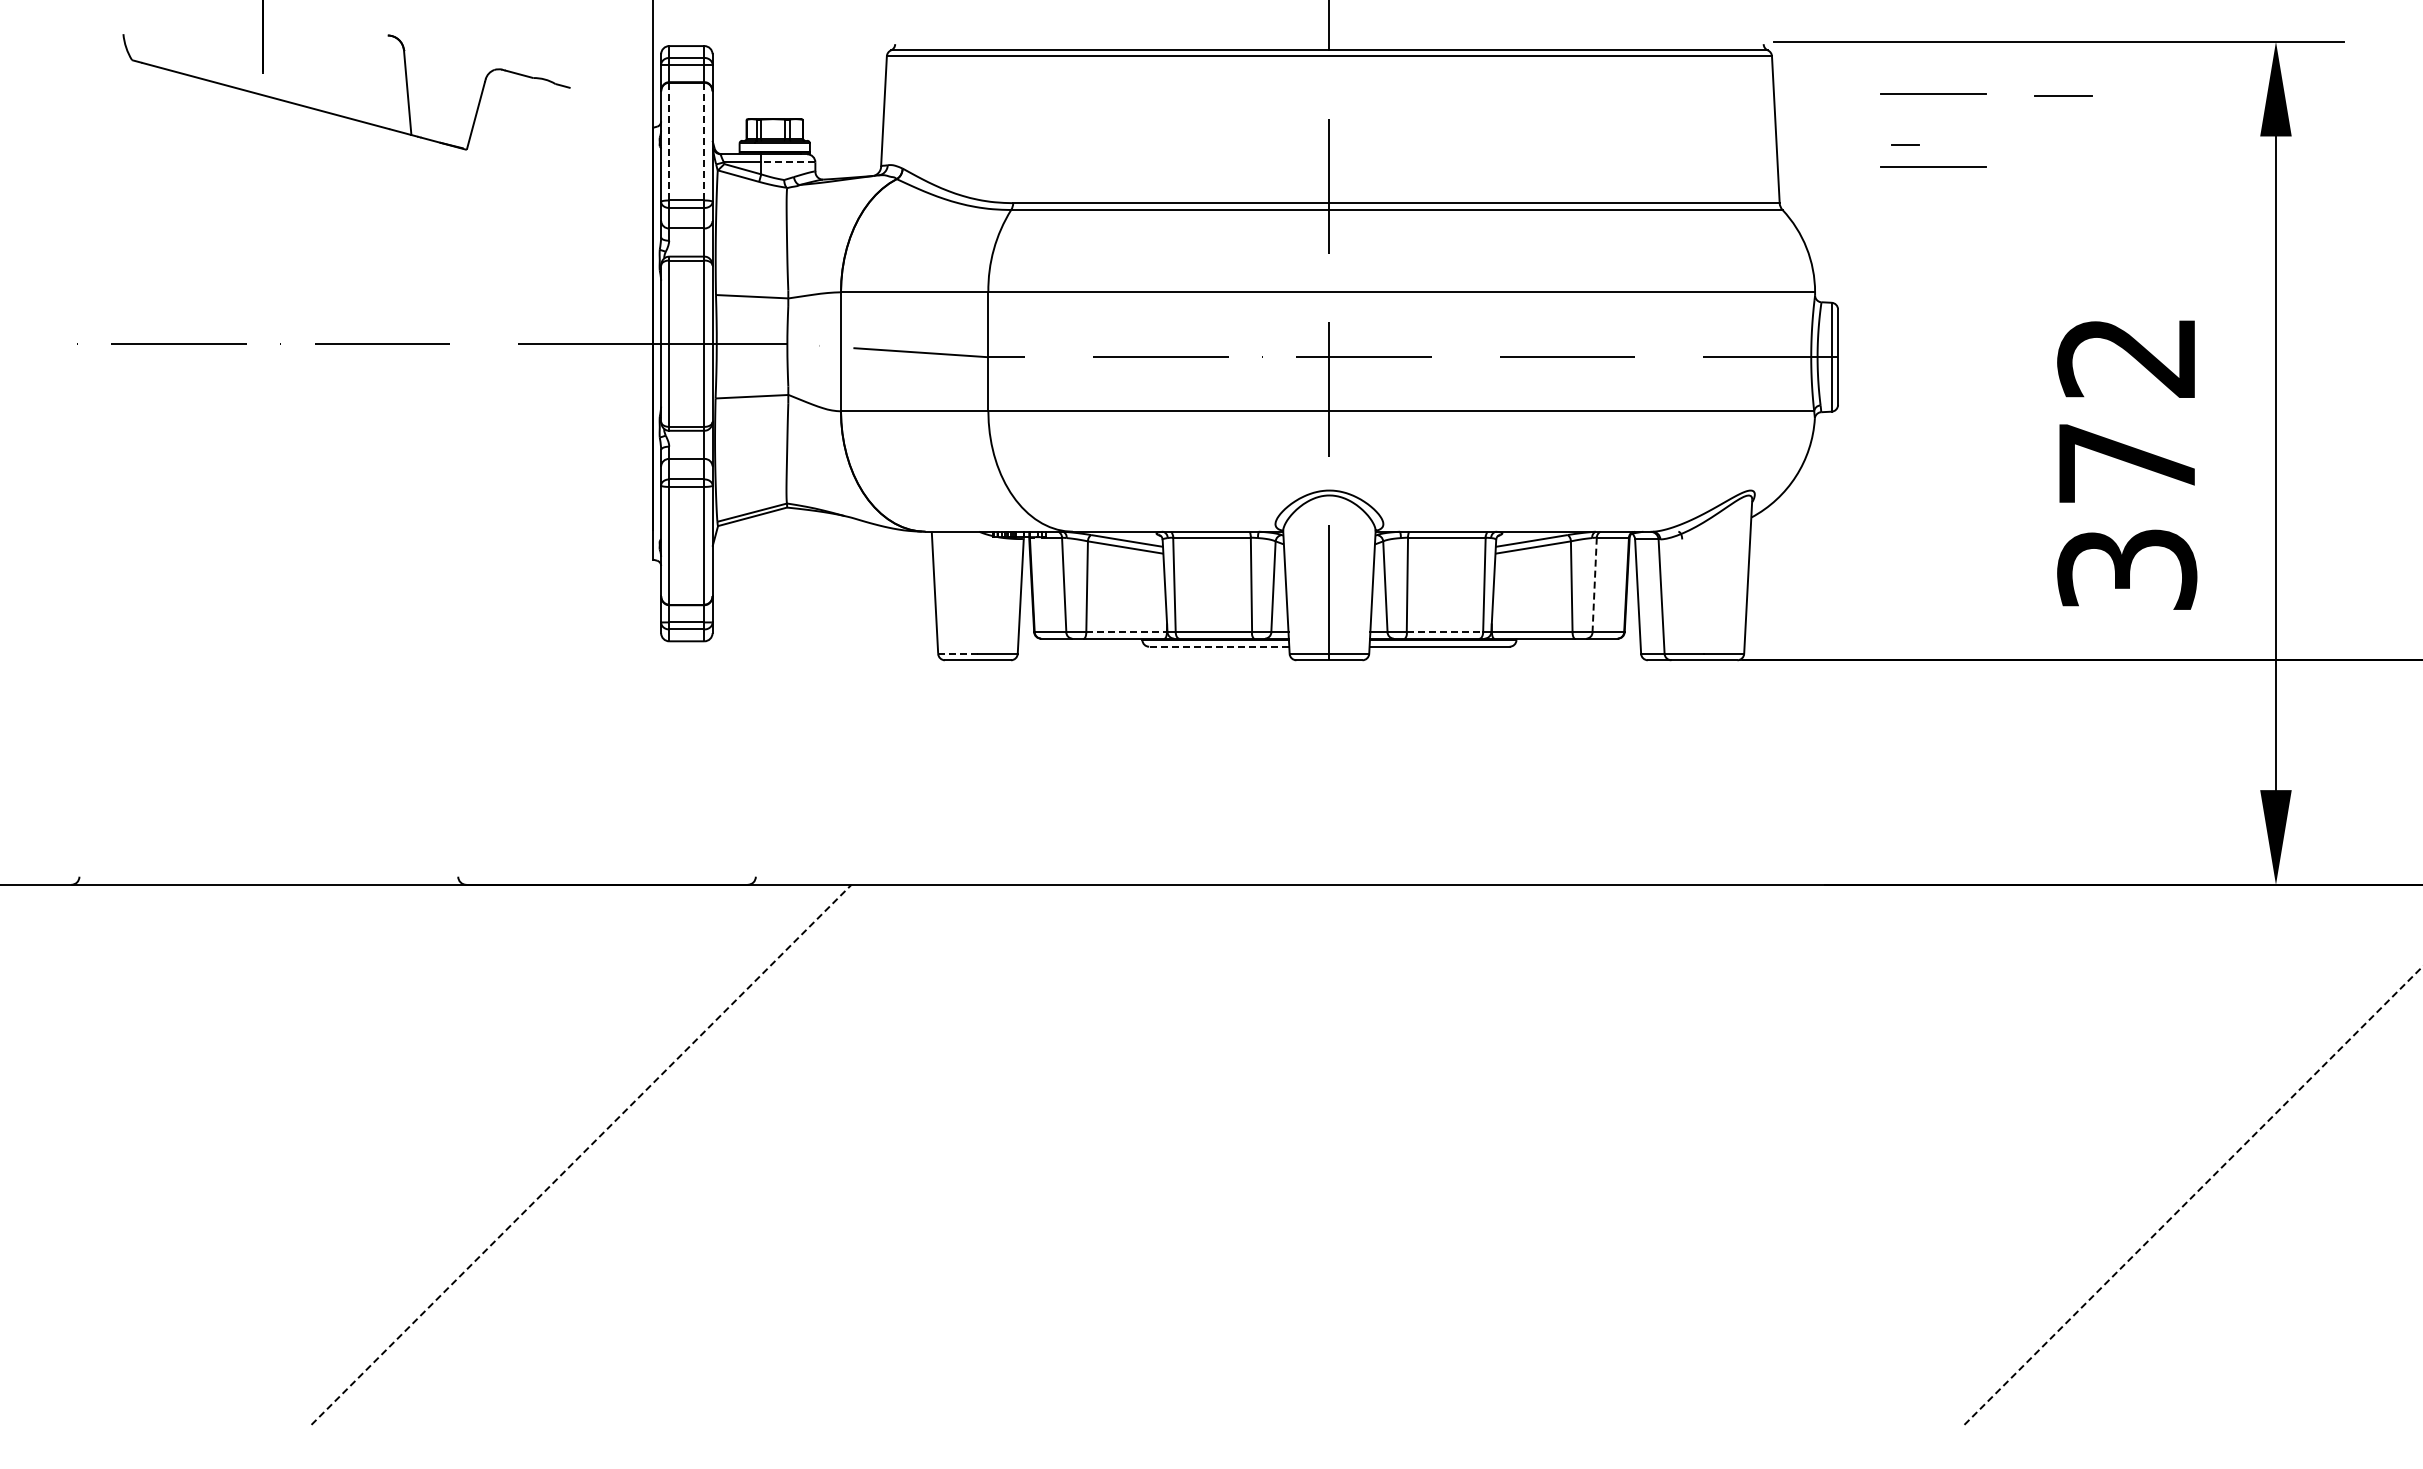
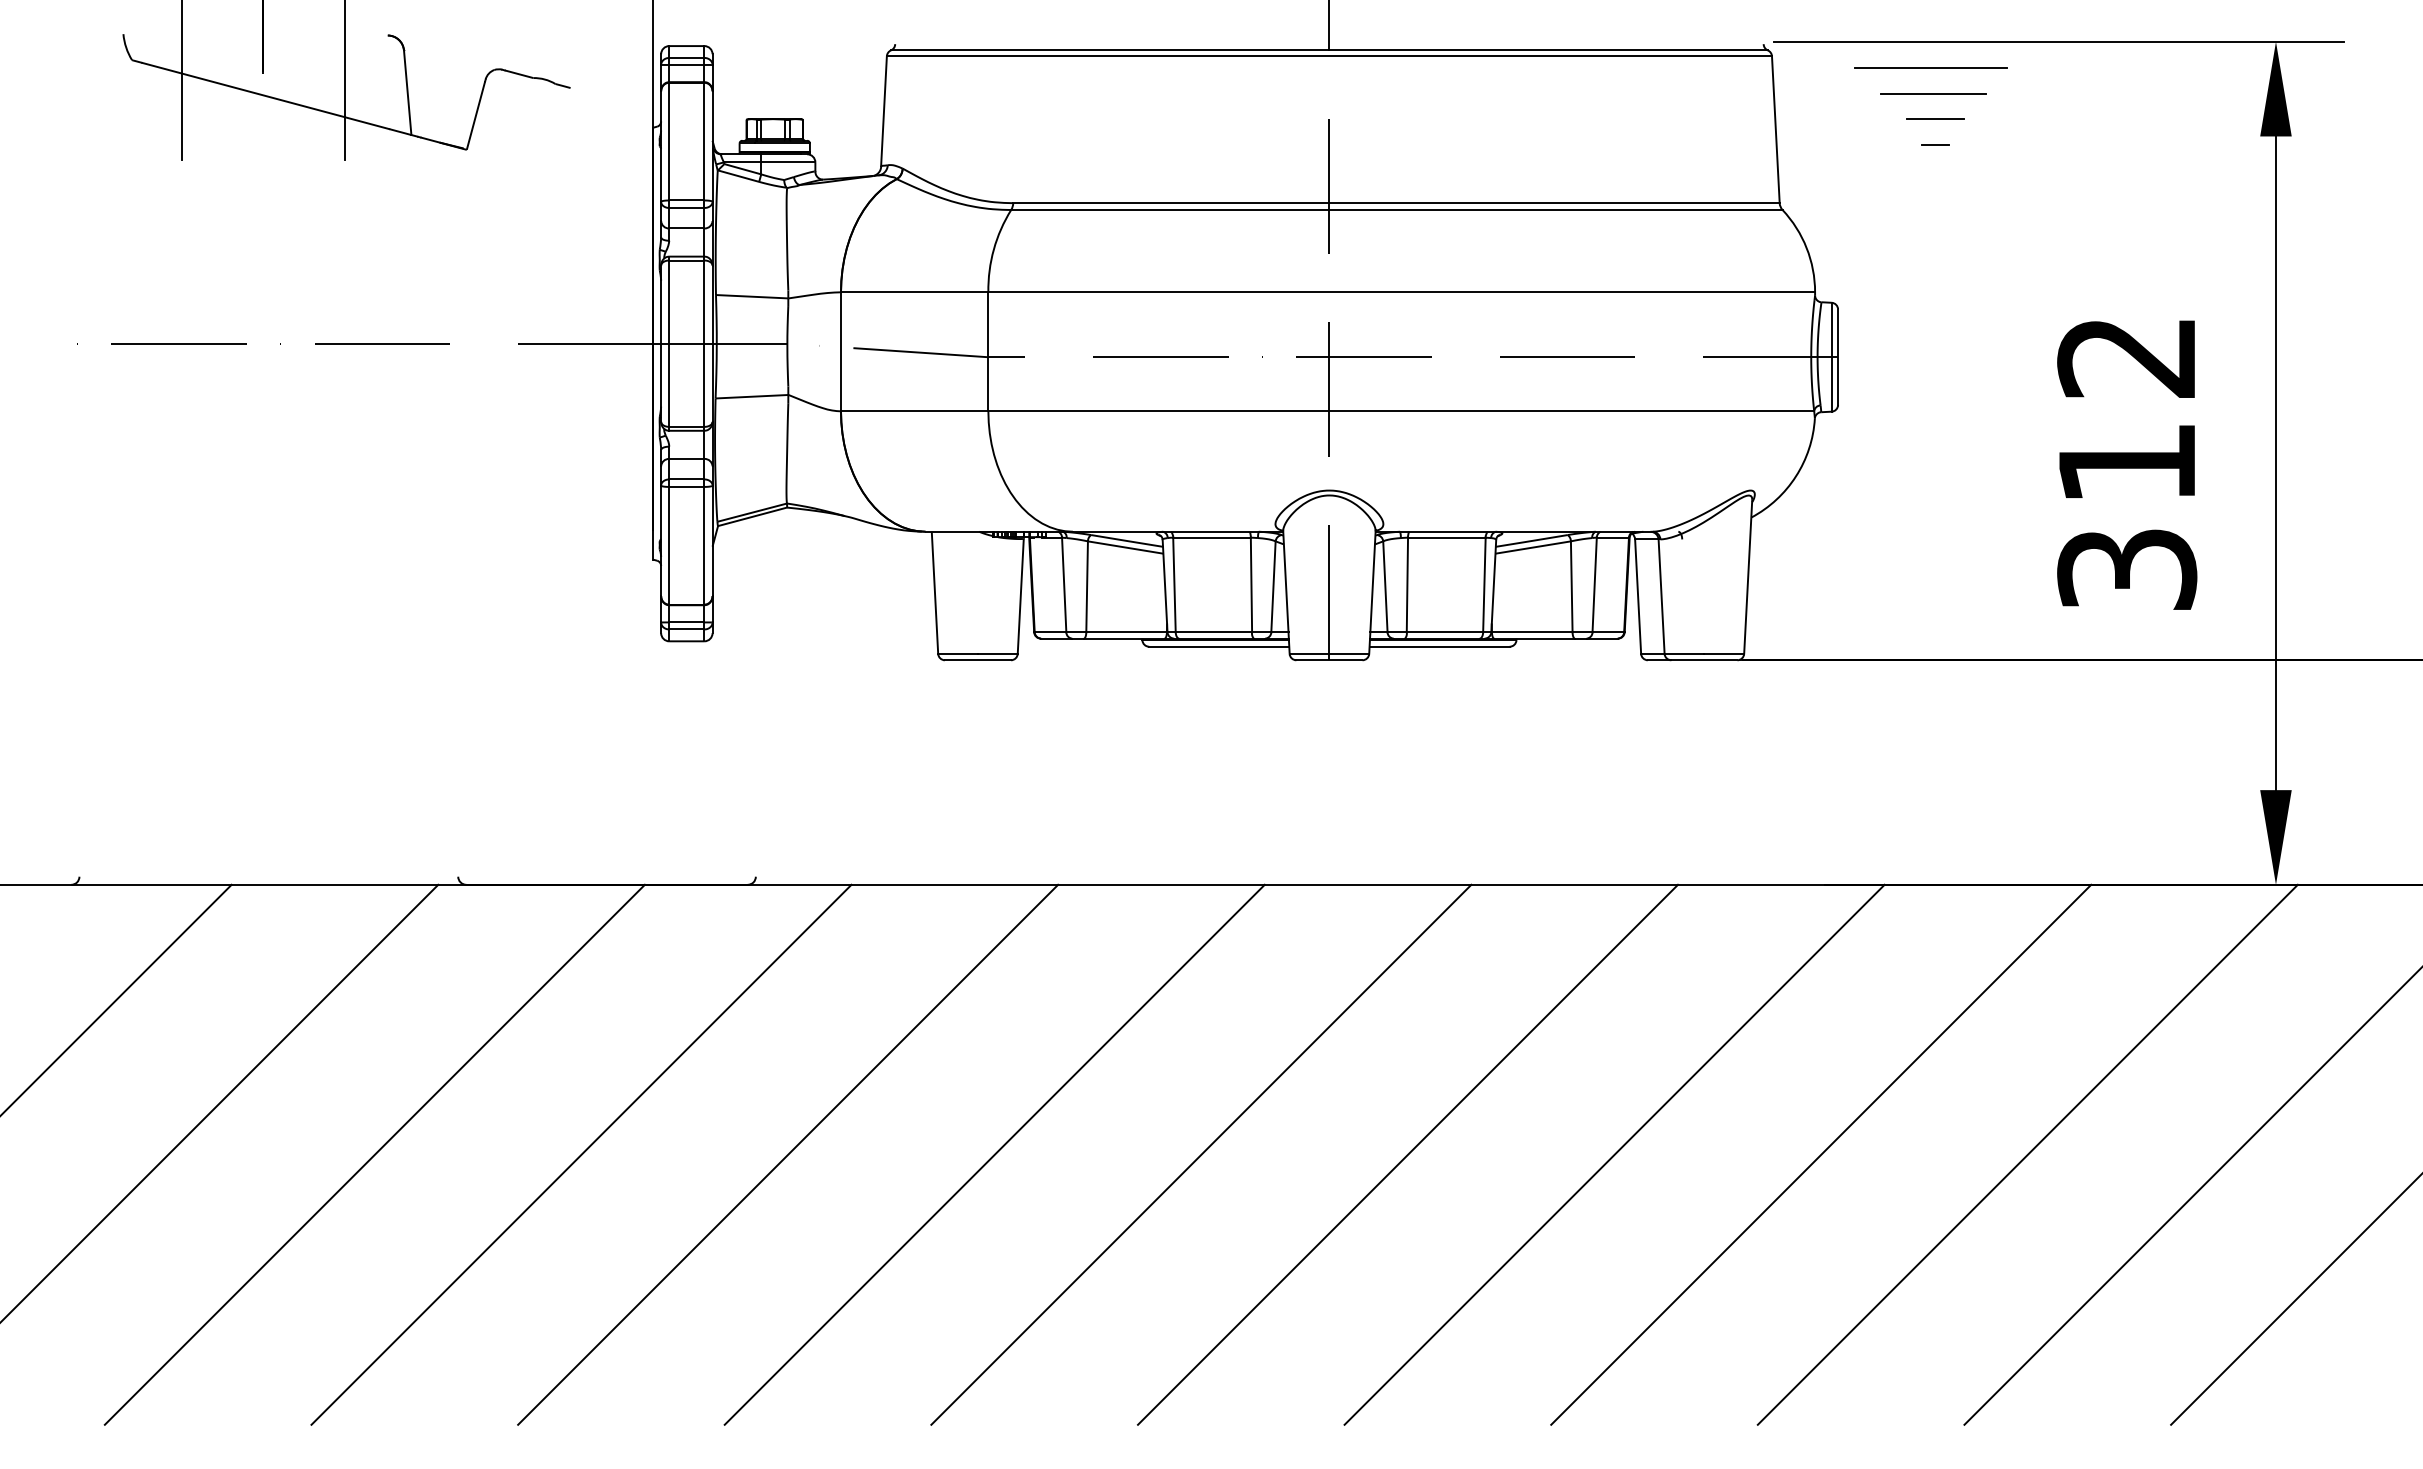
line at (1930, 67): none -> present
line at (181, 80): none -> present
line at (345, 80): none -> present
line at (2063, 95) position: (2063, 95) -> (1935, 118)
line at (669, 141): dashed -> solid
line at (704, 141): dashed -> solid
line at (1905, 144) position: (1905, 144) -> (1935, 144)
line at (787, 162): dashed -> solid
line at (1933, 166): present -> none
text at (2126, 463): 372 -> 312
line at (1594, 585): dashed -> solid
line at (1127, 632): dashed -> solid
line at (1445, 632): dashed -> solid
line at (1218, 646): dashed -> solid
line at (958, 653): dashed -> solid
line at (116, 999): none -> present
line at (220, 1102): none -> present
line at (374, 1154): none -> present
line at (581, 1154): dashed -> solid
line at (788, 1154): none -> present
line at (994, 1154): none -> present
line at (1201, 1154): none -> present
line at (1407, 1154): none -> present
line at (1614, 1154): none -> present
line at (1821, 1154): none -> present
line at (2027, 1154): none -> present
line at (2193, 1195): dashed -> solid
line at (2295, 1300): none -> present
